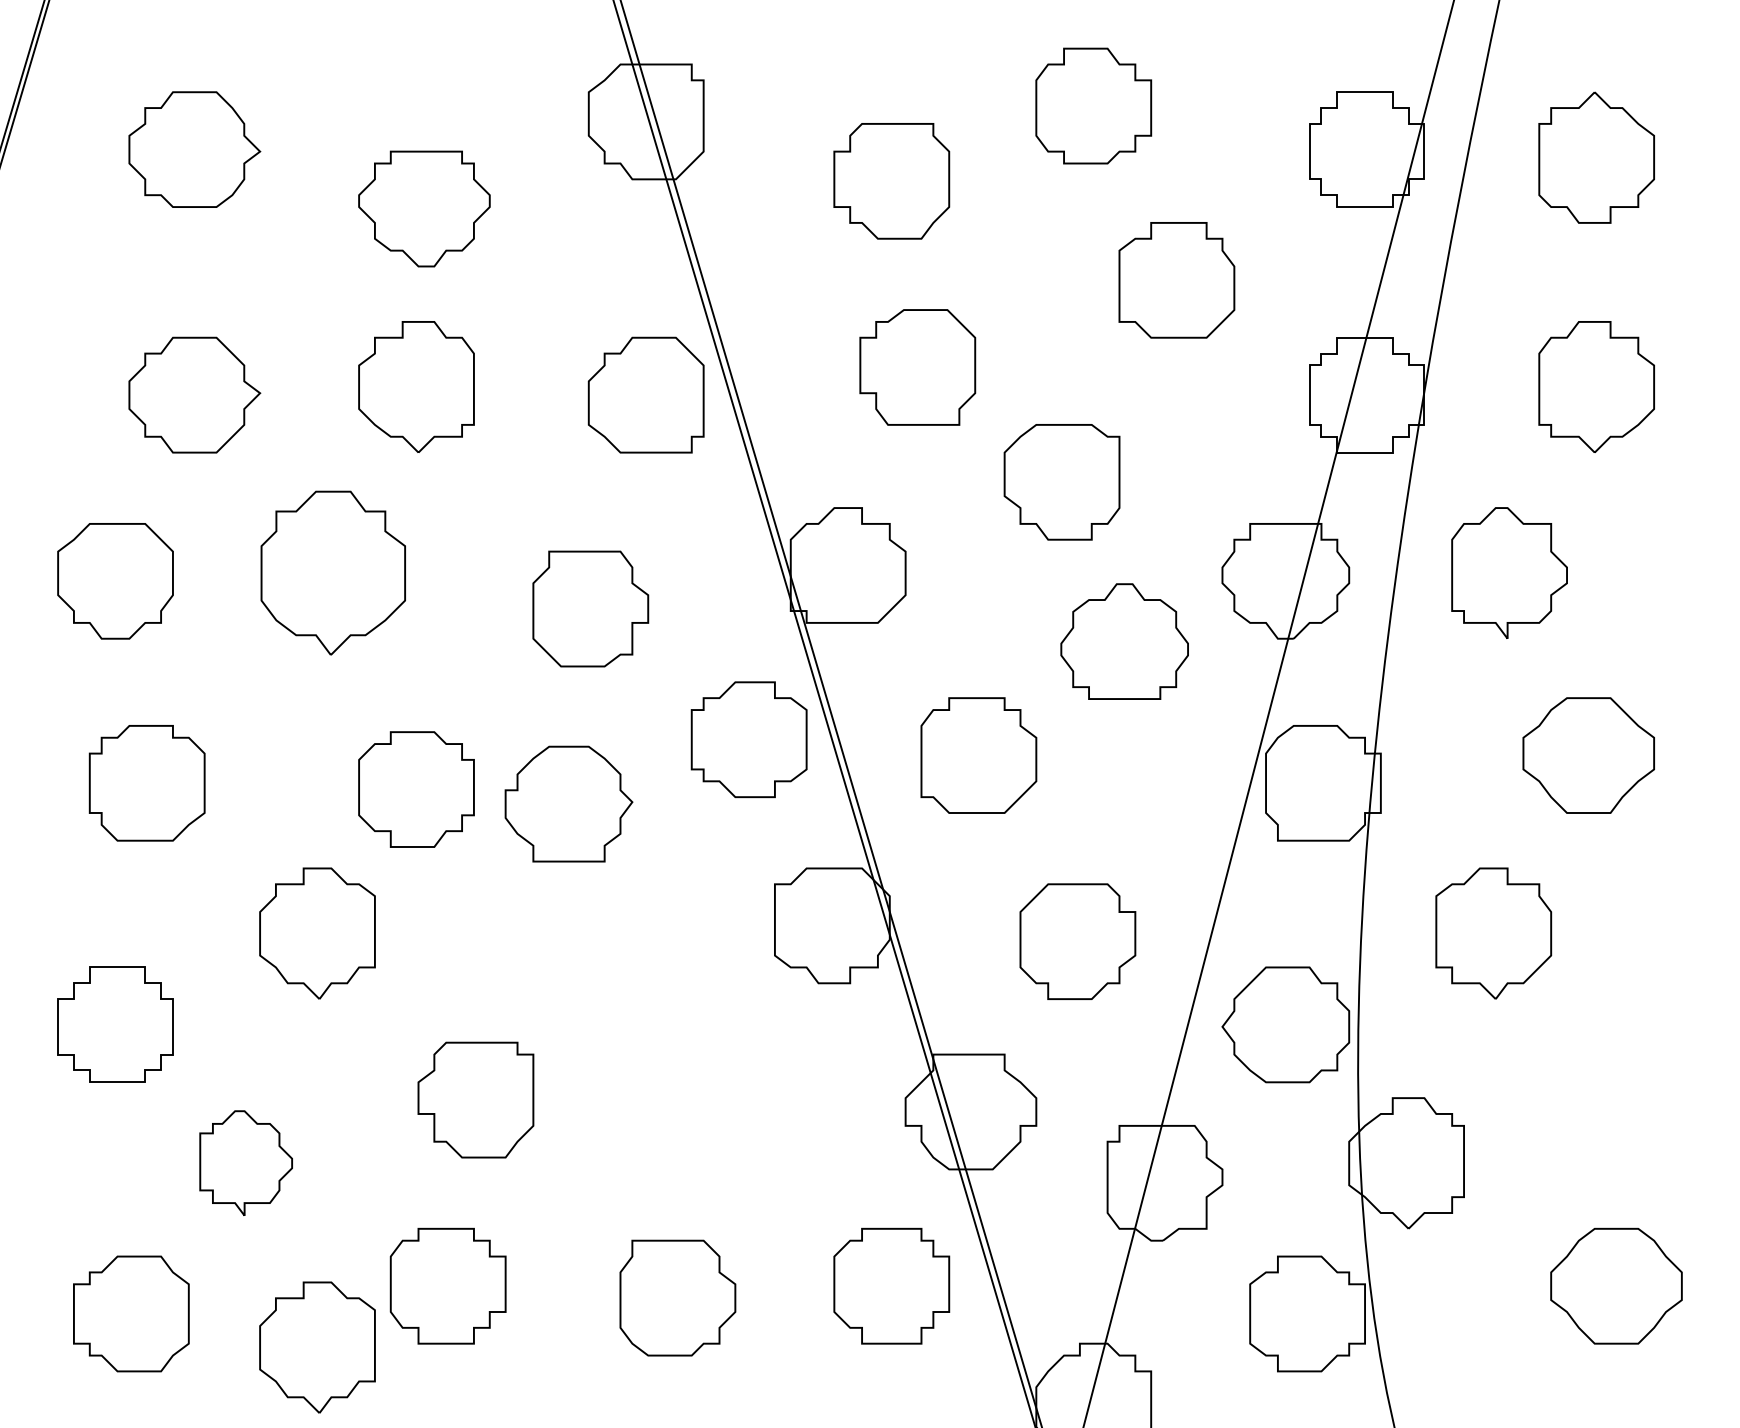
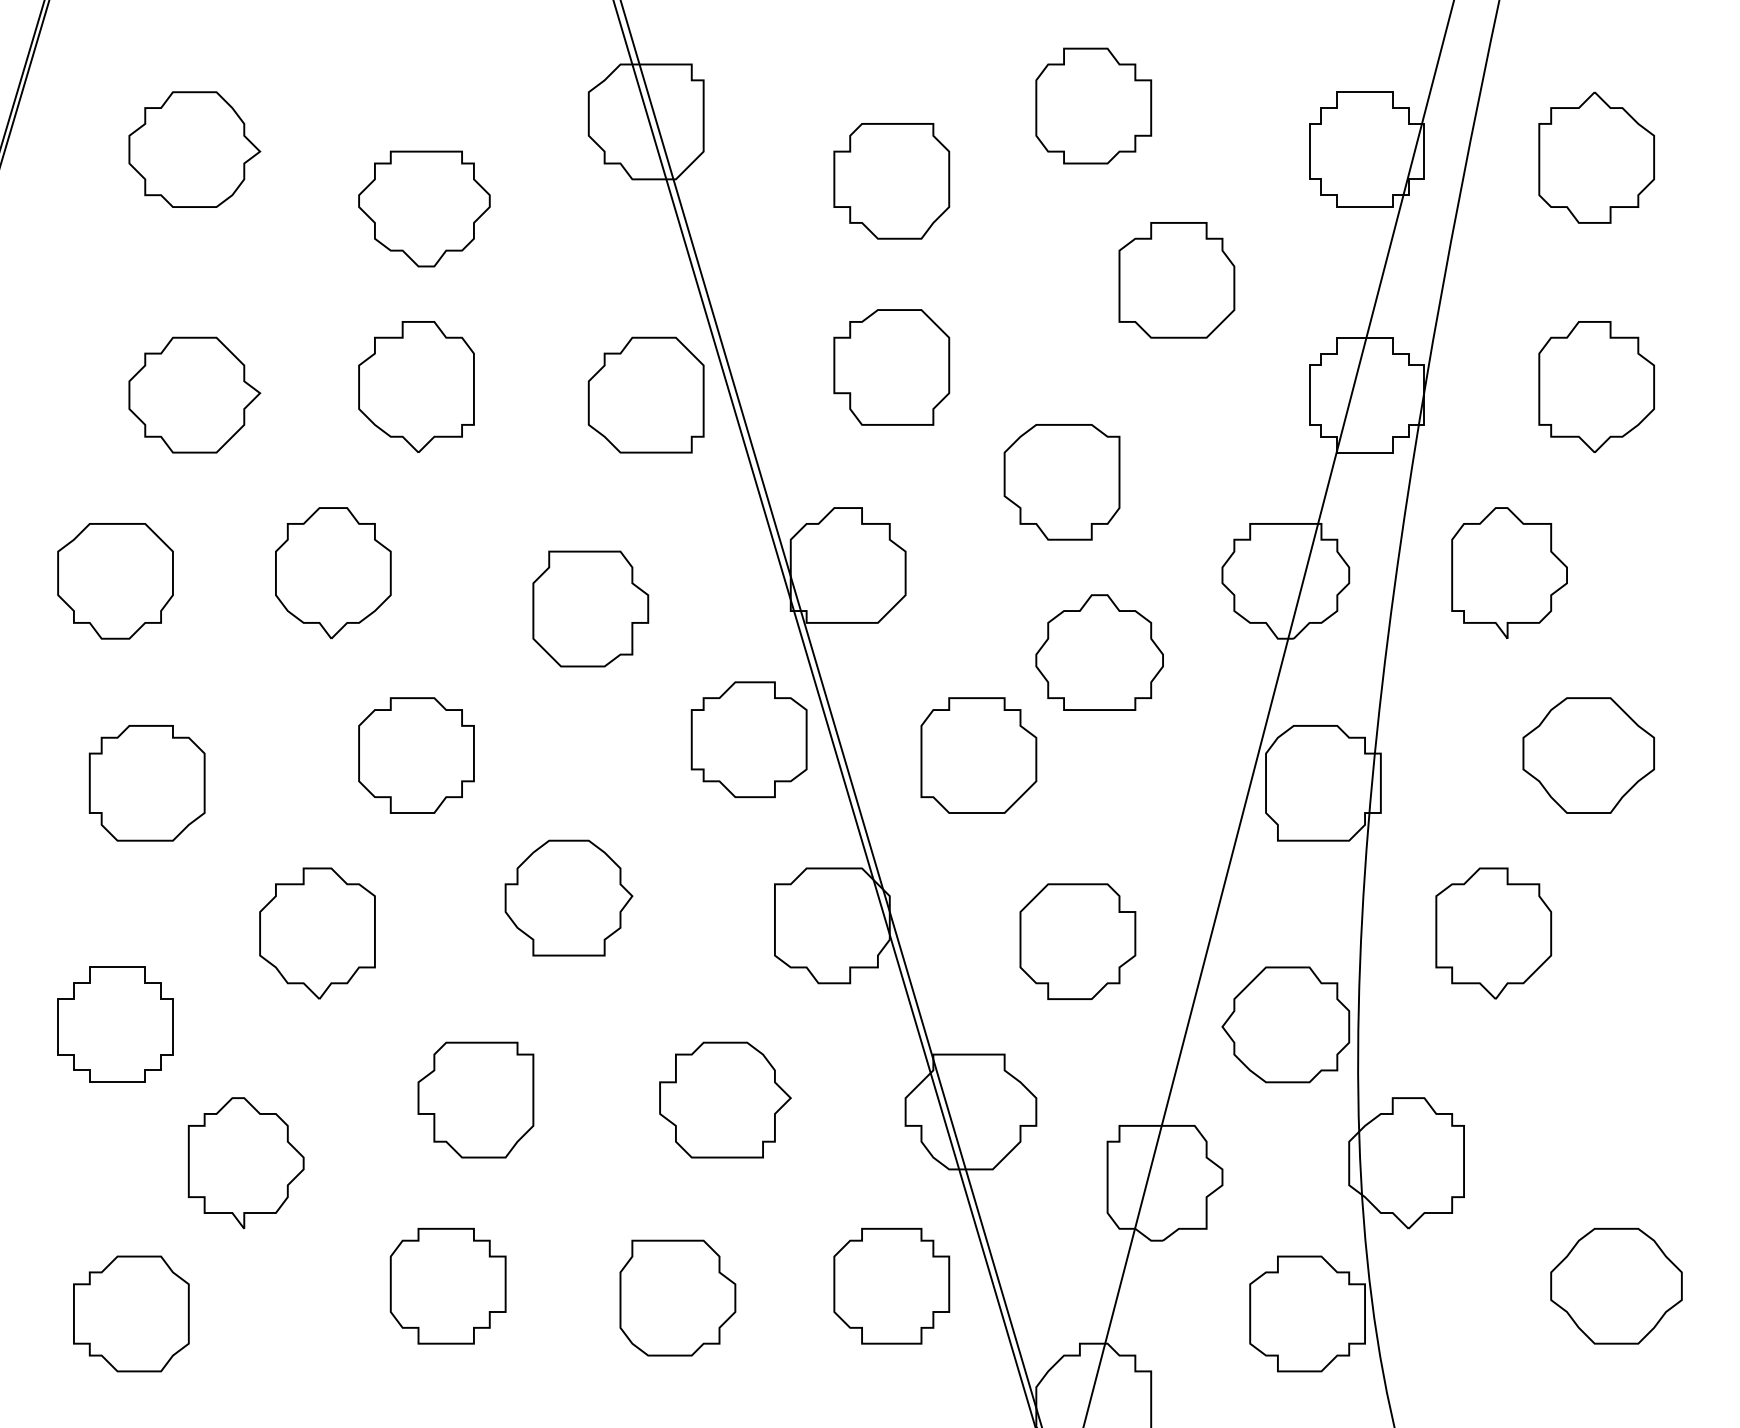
part at (917, 367) position: (917, 367) -> (891, 367)
part at (332, 572) size: 146x166 px -> 117x133 px
part at (1124, 641) position: (1124, 641) -> (1099, 652)
part at (416, 789) position: (416, 789) -> (416, 755)
part at (568, 803) position: (568, 803) -> (568, 897)
part at (725, 1099): none -> present
part at (245, 1162) size: 94x106 px -> 118x133 px
part at (317, 1347): present -> none
